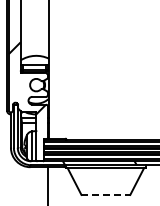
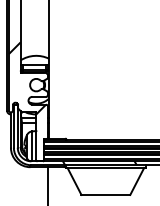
line at (106, 194): dashed -> solid
